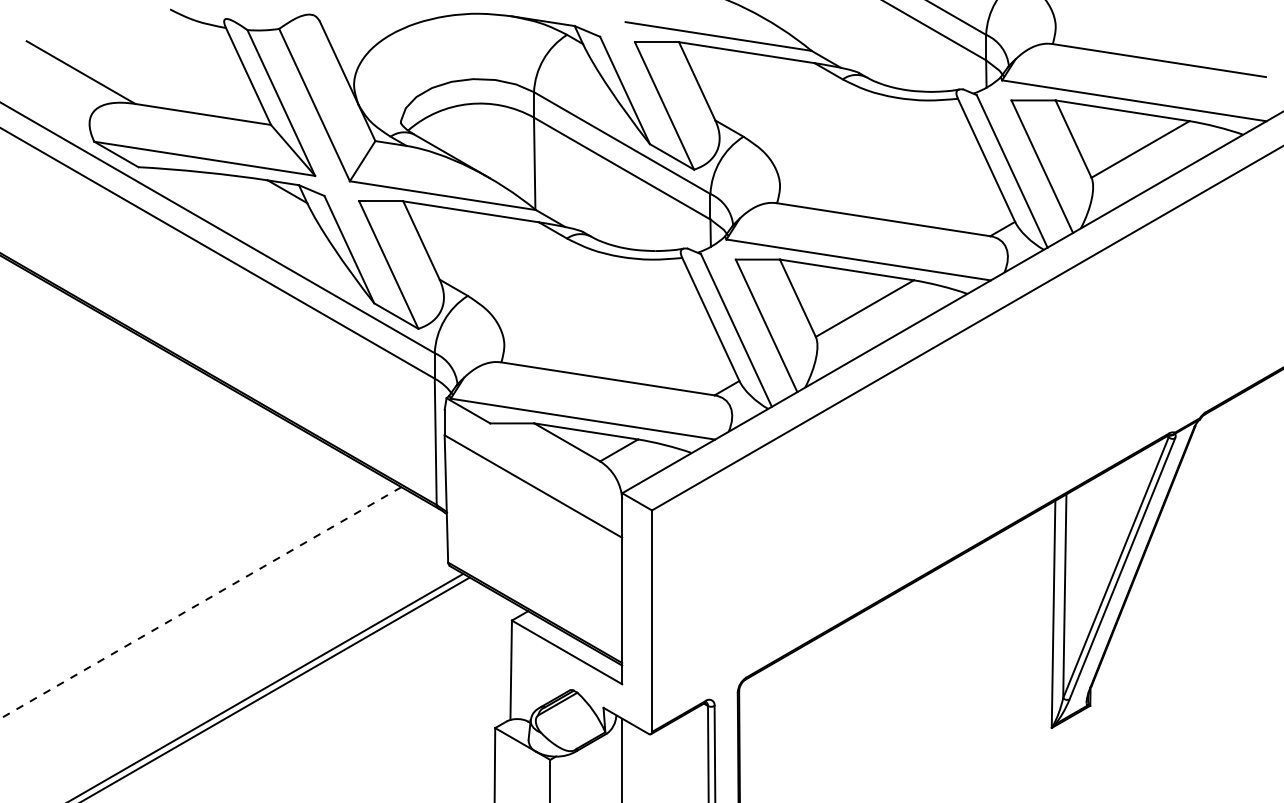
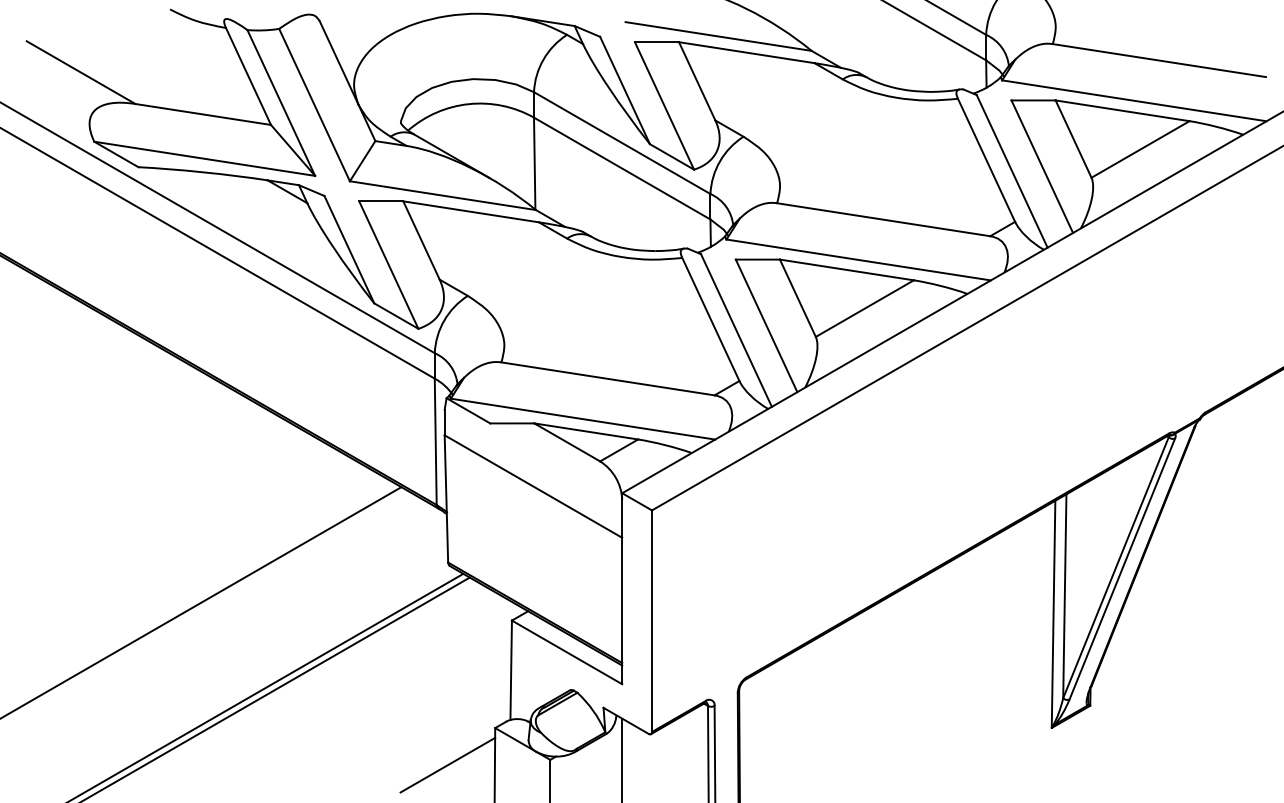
line at (200, 603): dashed -> solid
line at (447, 764): none -> present
